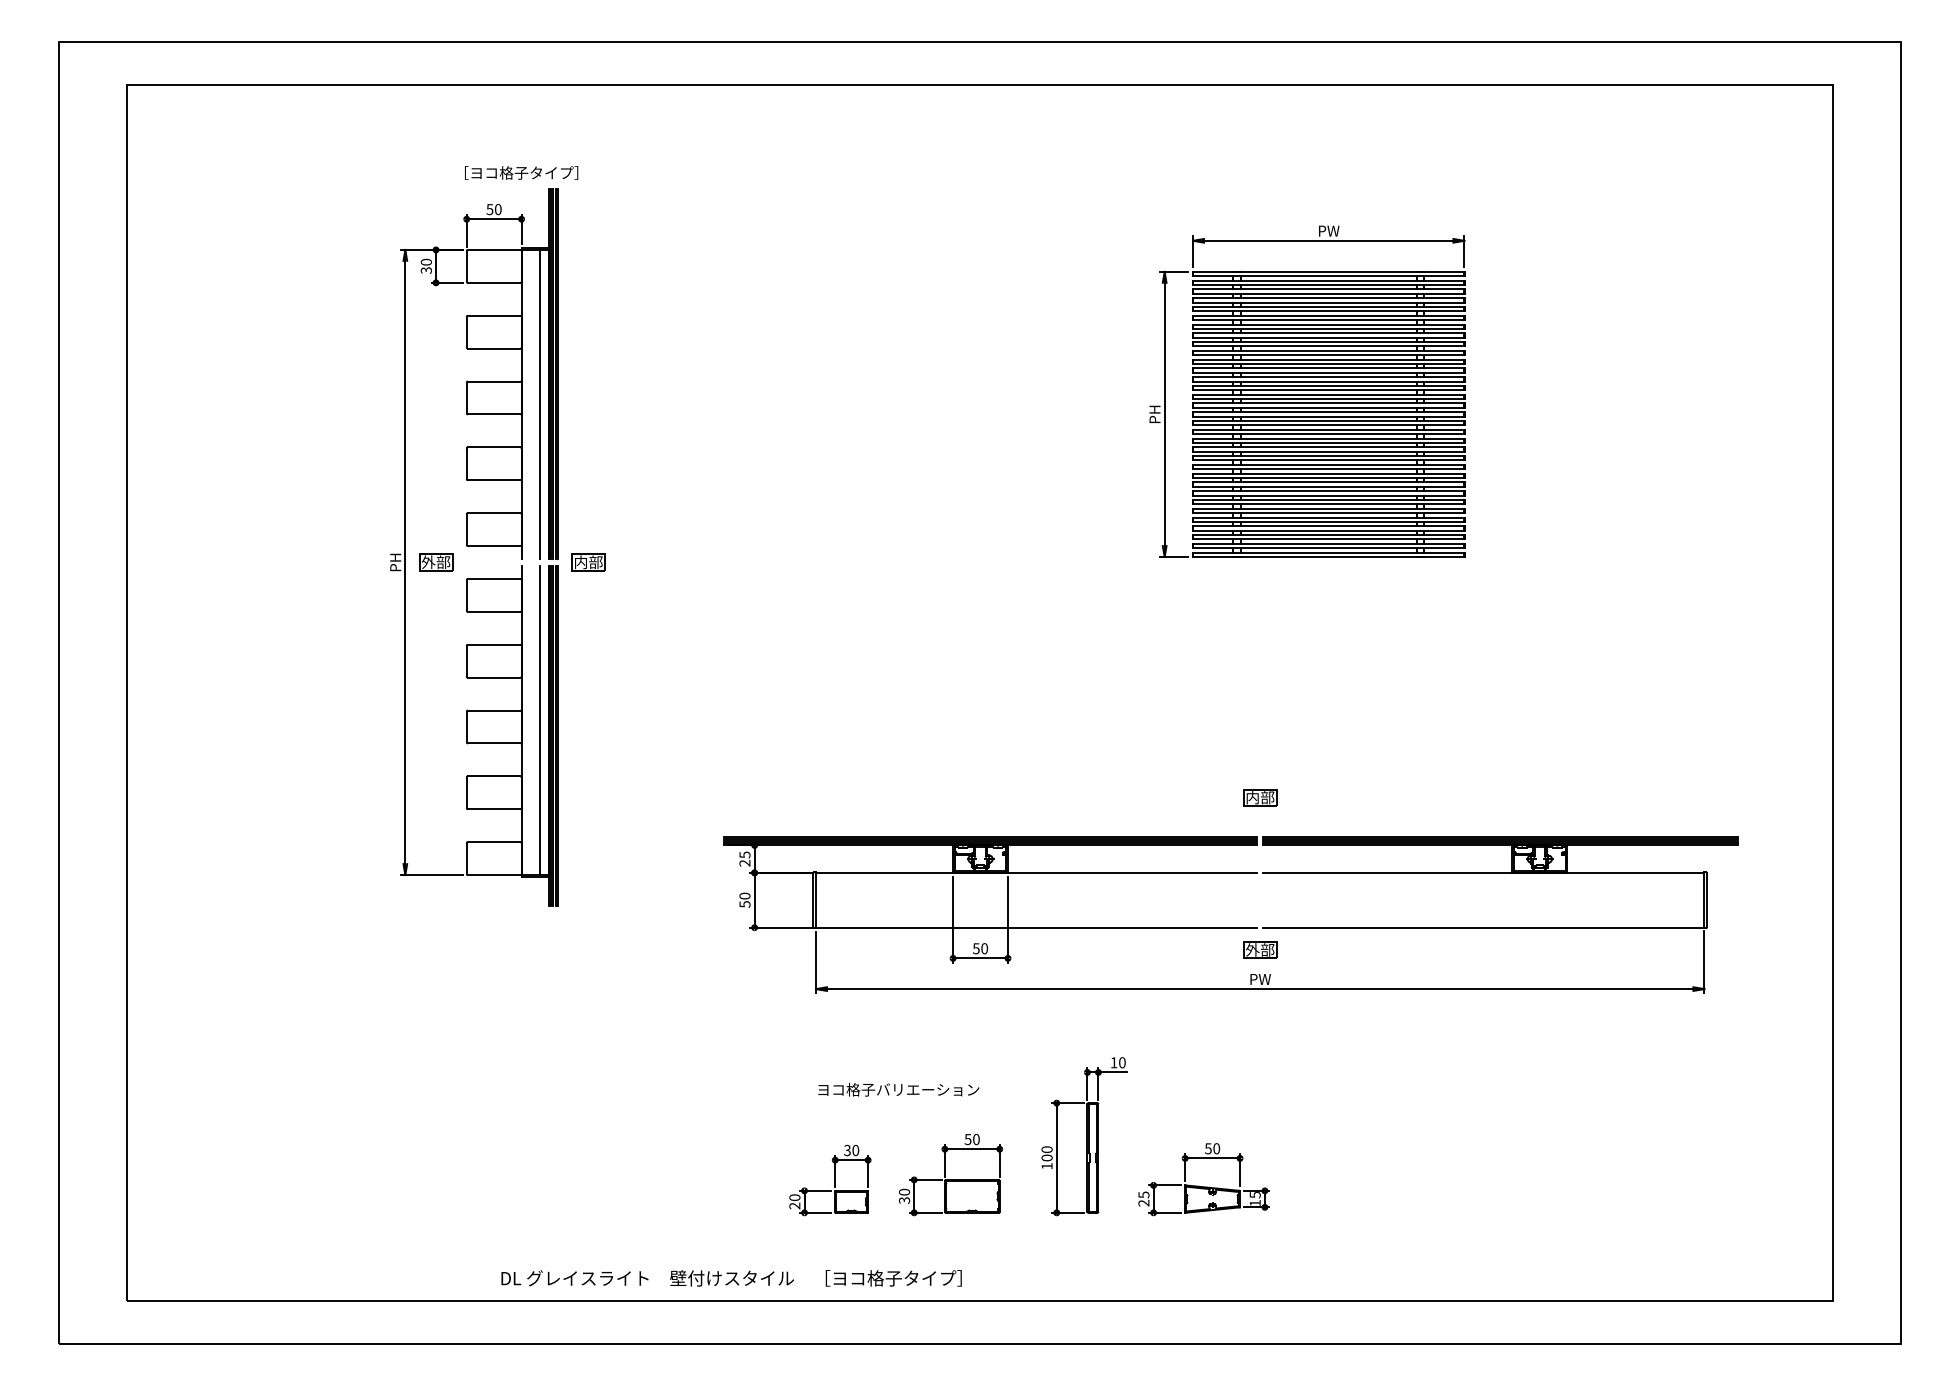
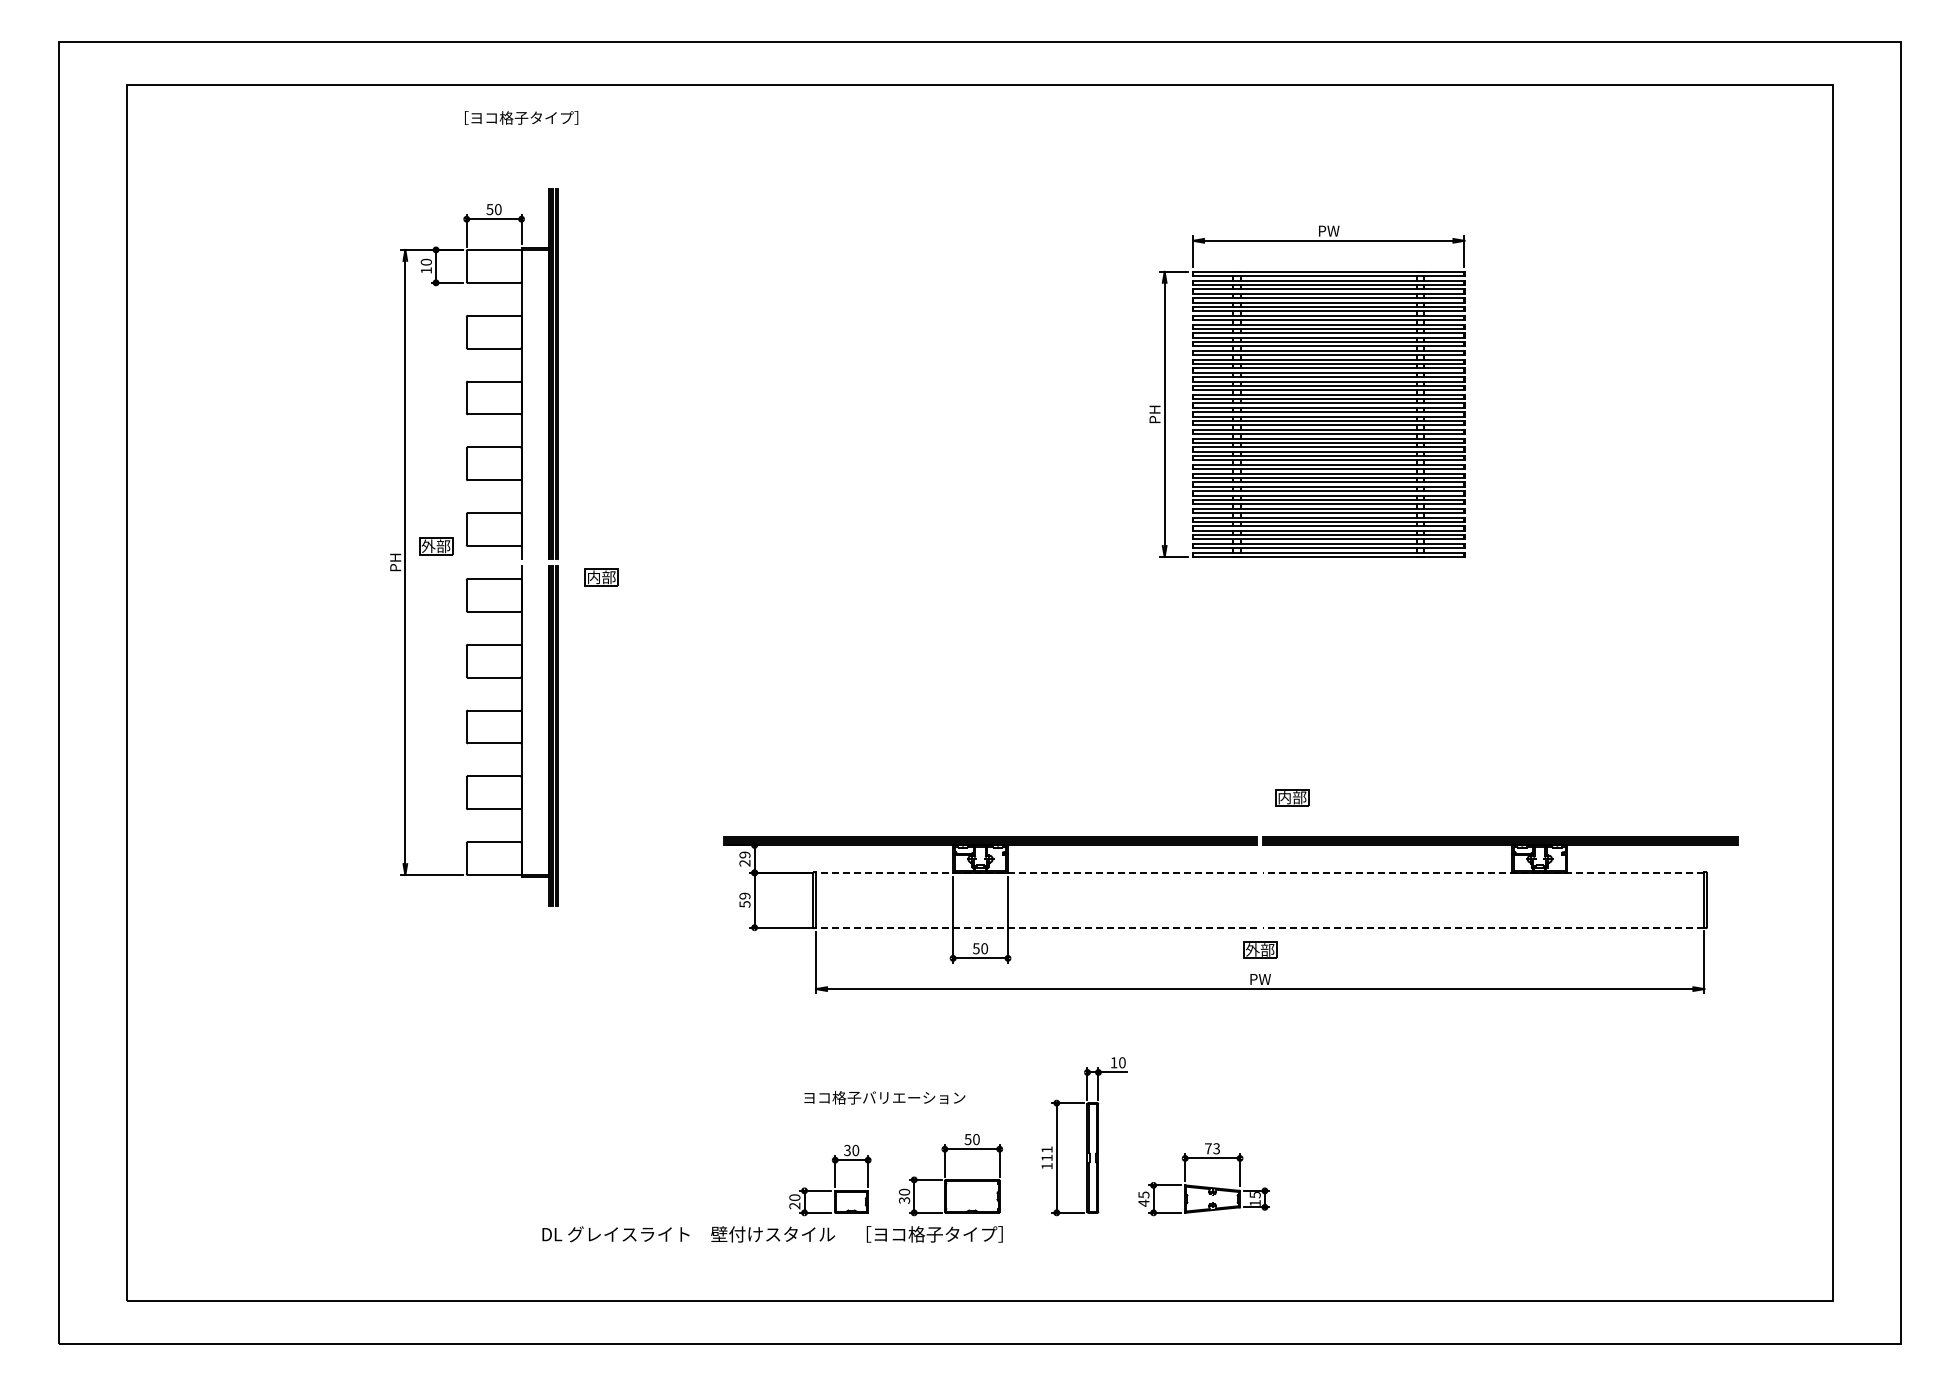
text at (521, 172) position: (521, 172) -> (521, 117)
text at (425, 270): 30 -> 10
line at (540, 404): present -> none
part at (436, 562) position: (436, 562) -> (436, 546)
part at (588, 562) position: (588, 562) -> (601, 577)
line at (540, 720): present -> none
part at (1260, 797) position: (1260, 797) -> (1292, 797)
text at (744, 854): 25 -> 29
line at (1035, 872): solid -> dashed
line at (1483, 872): solid -> dashed
text at (744, 895): 50 -> 59
line at (1035, 927): solid -> dashed
line at (1483, 927): solid -> dashed
text at (898, 1089) position: (898, 1089) -> (884, 1097)
text at (1212, 1148): 50 -> 73
text at (1046, 1153): 100 -> 111
text at (1143, 1202): 25 -> 45
text at (731, 1278) position: (731, 1278) -> (772, 1234)
